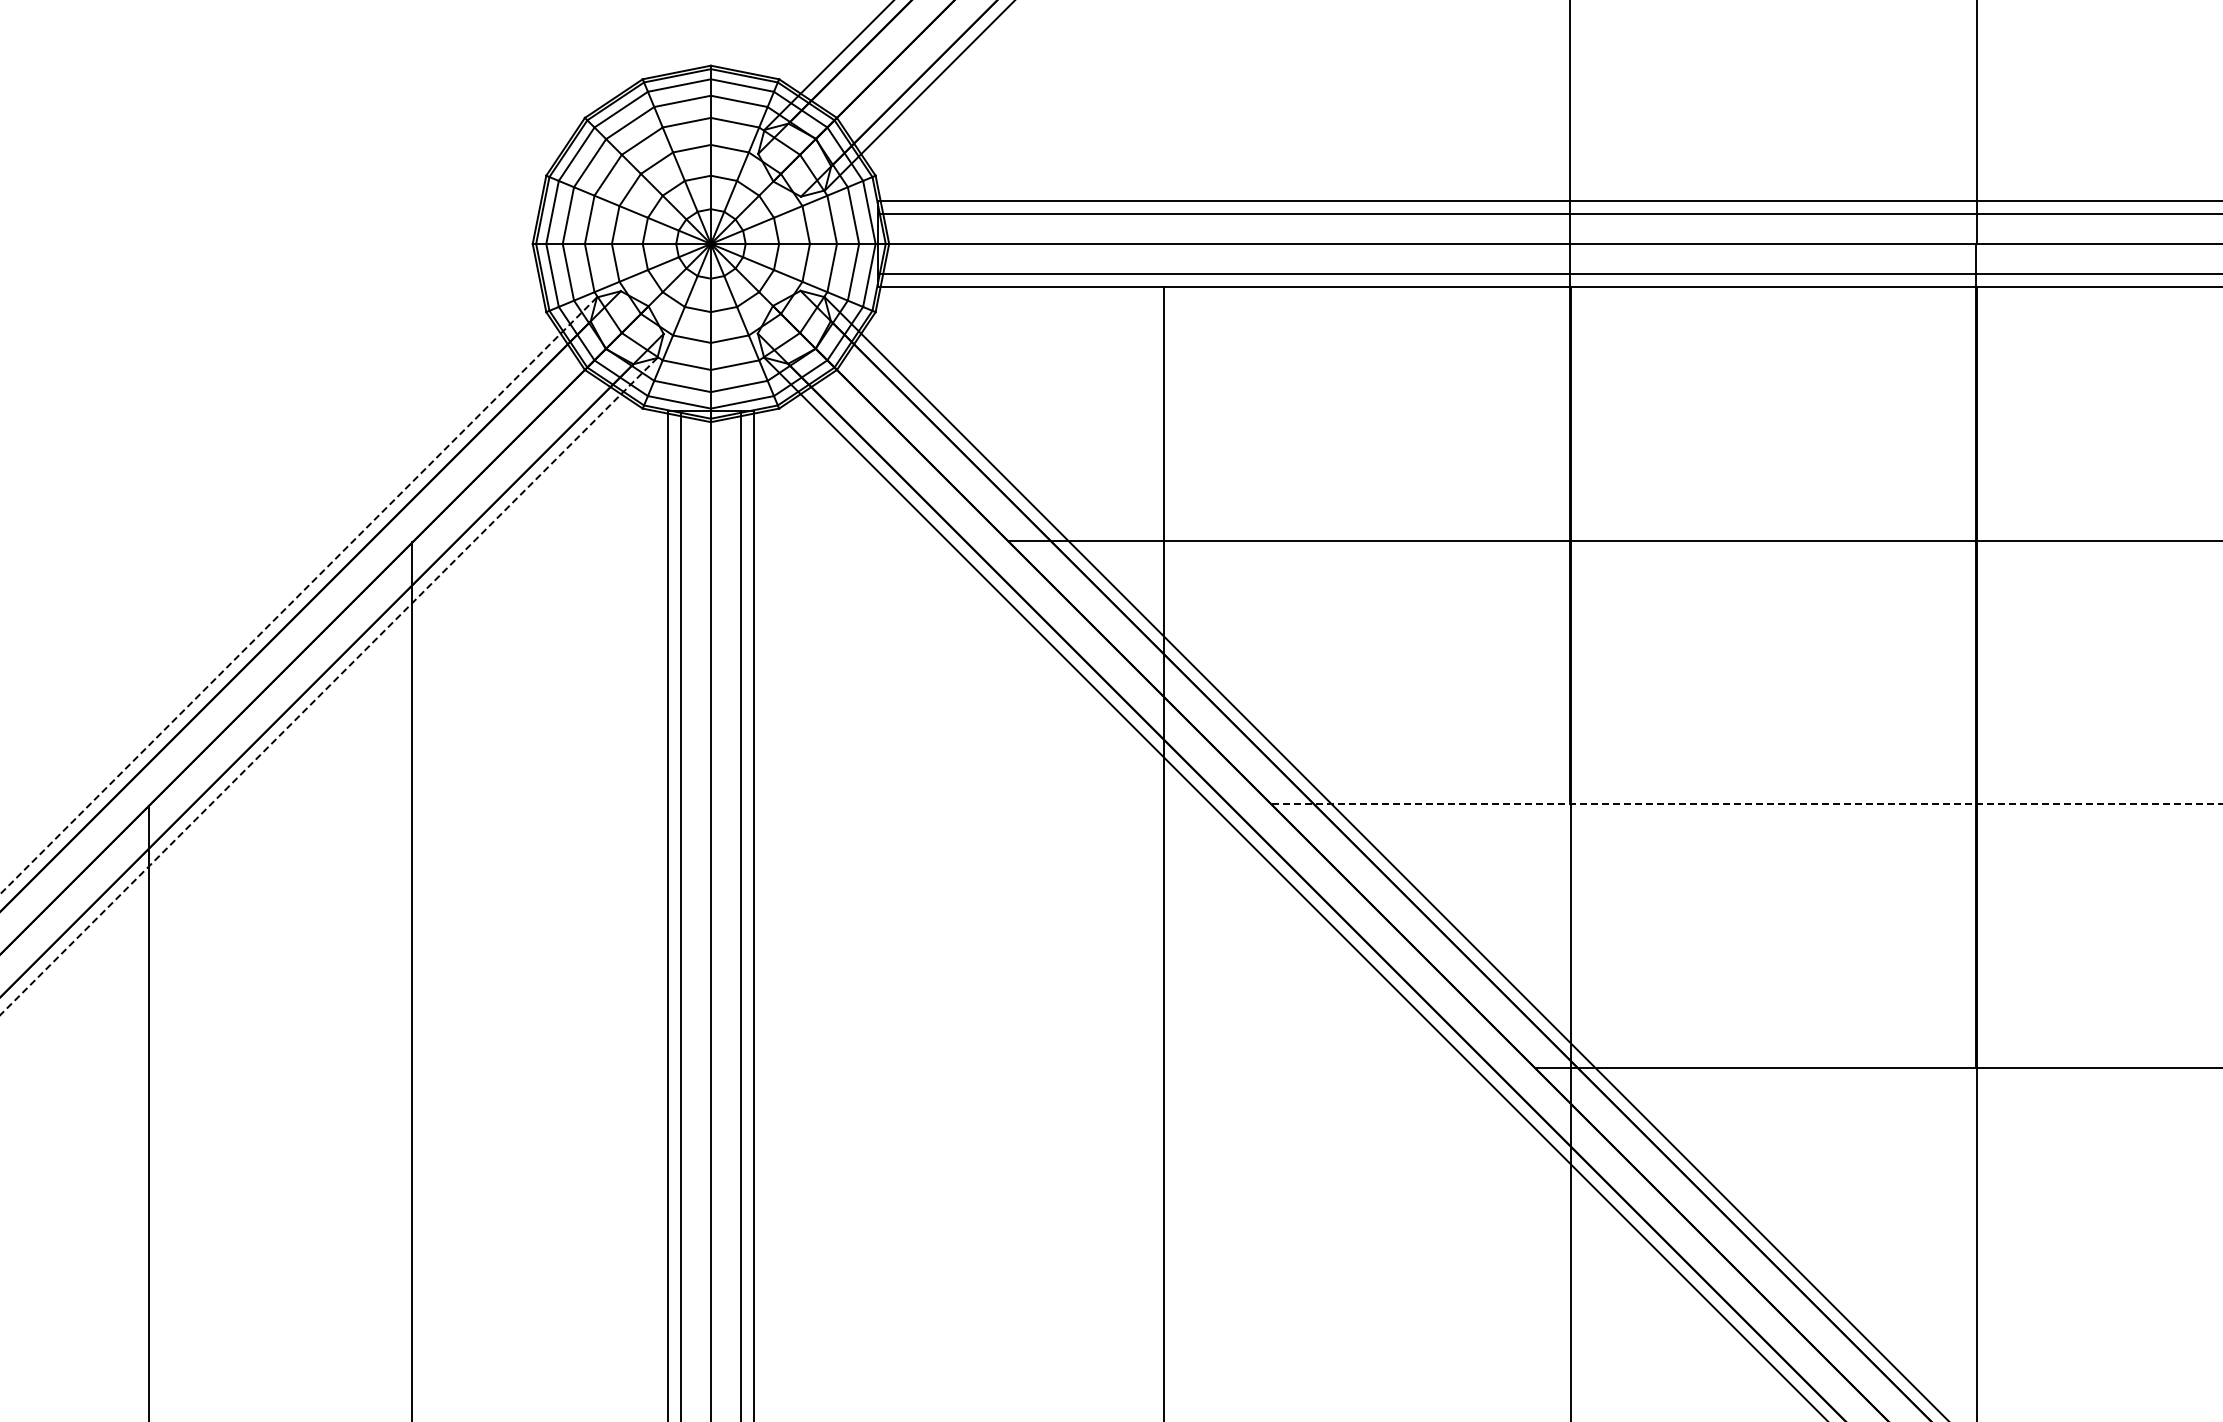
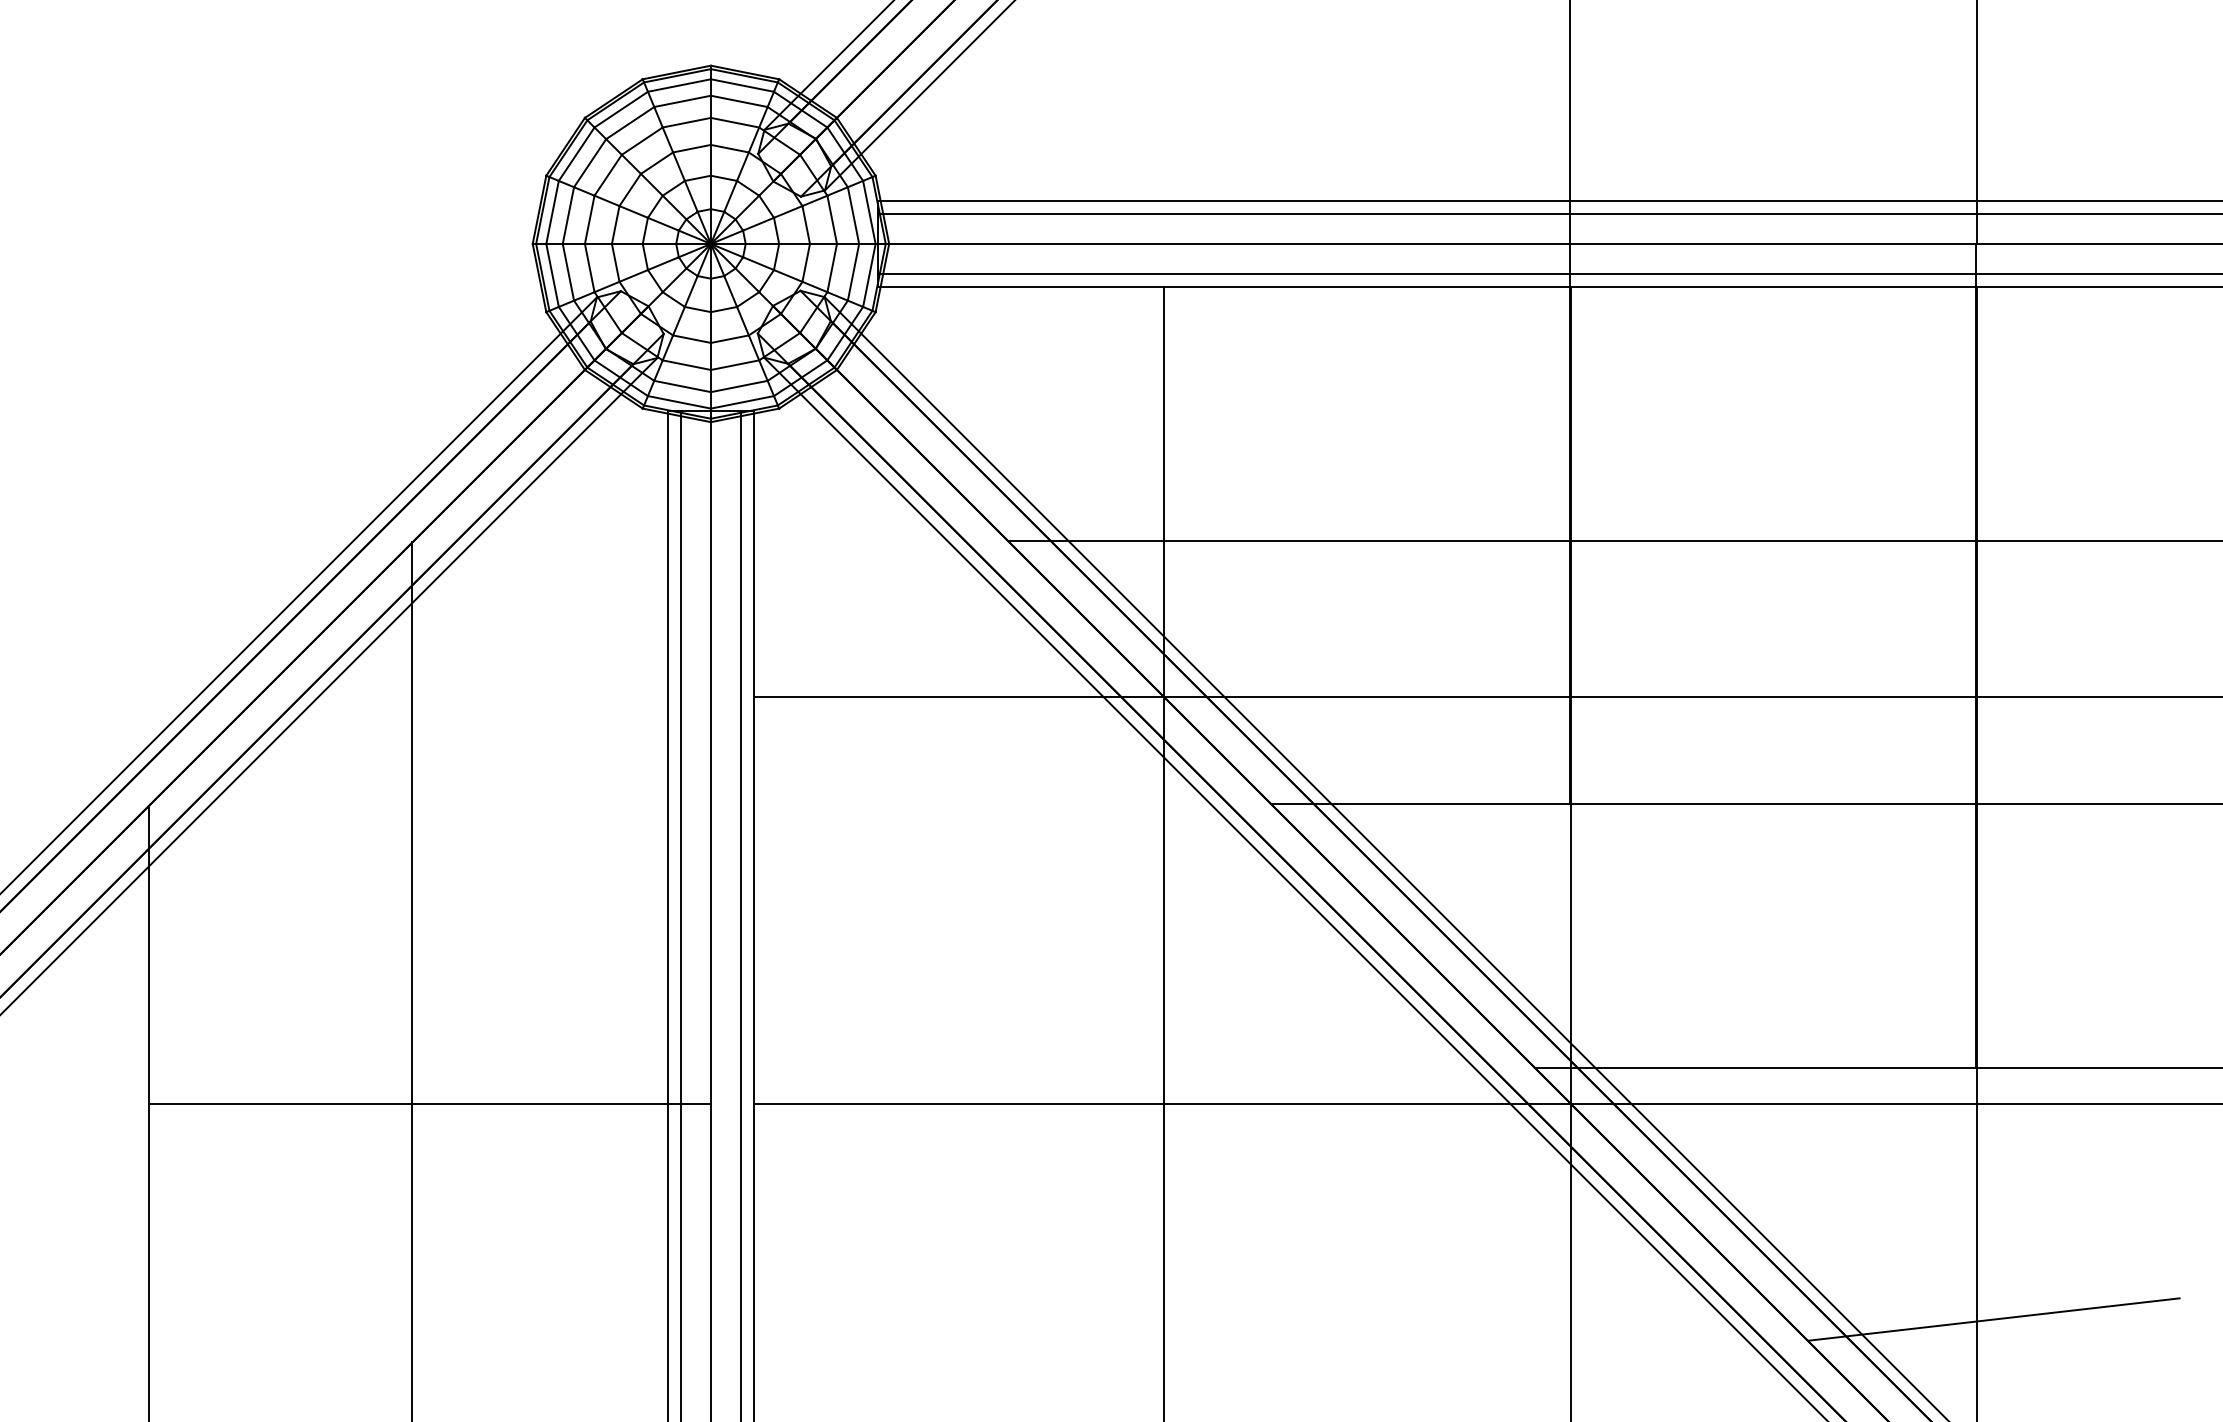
line at (298, 595): dashed -> solid
line at (328, 686): dashed -> solid
line at (1486, 697): none -> present
line at (1747, 804): dashed -> solid
line at (1486, 1103): none -> present
line at (428, 1104): none -> present
line at (1993, 1319): none -> present
